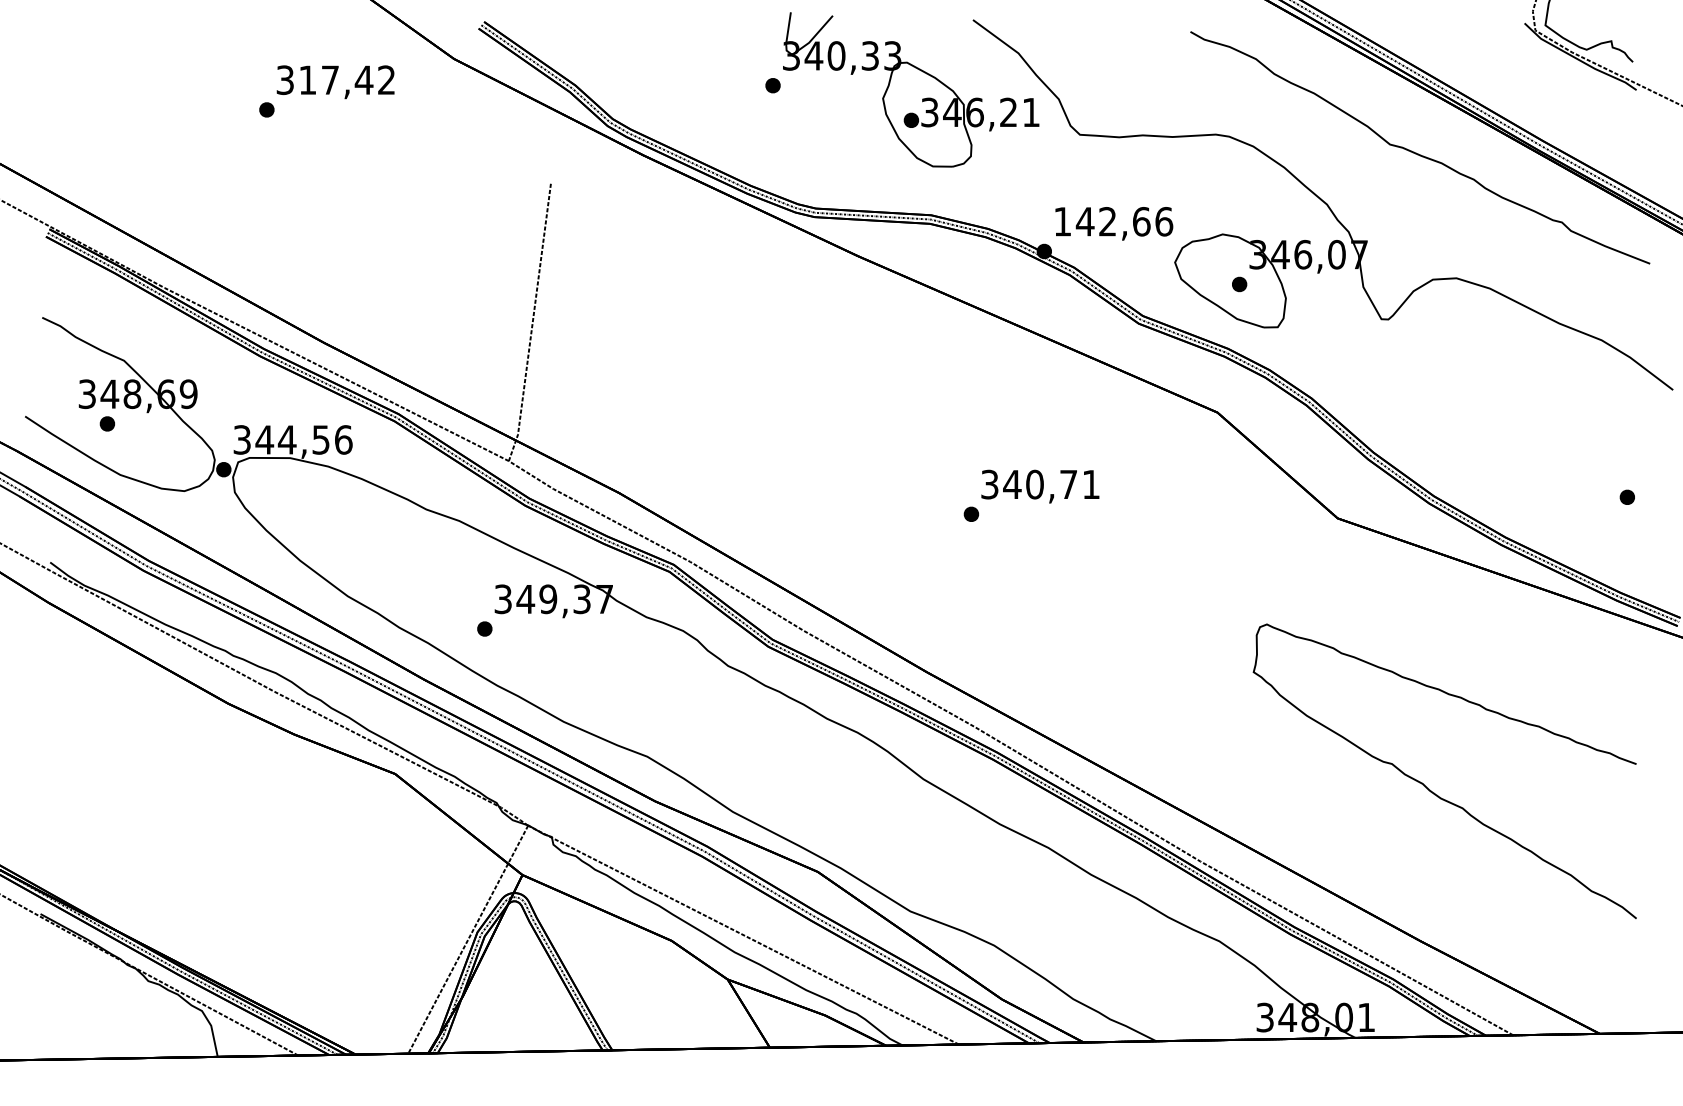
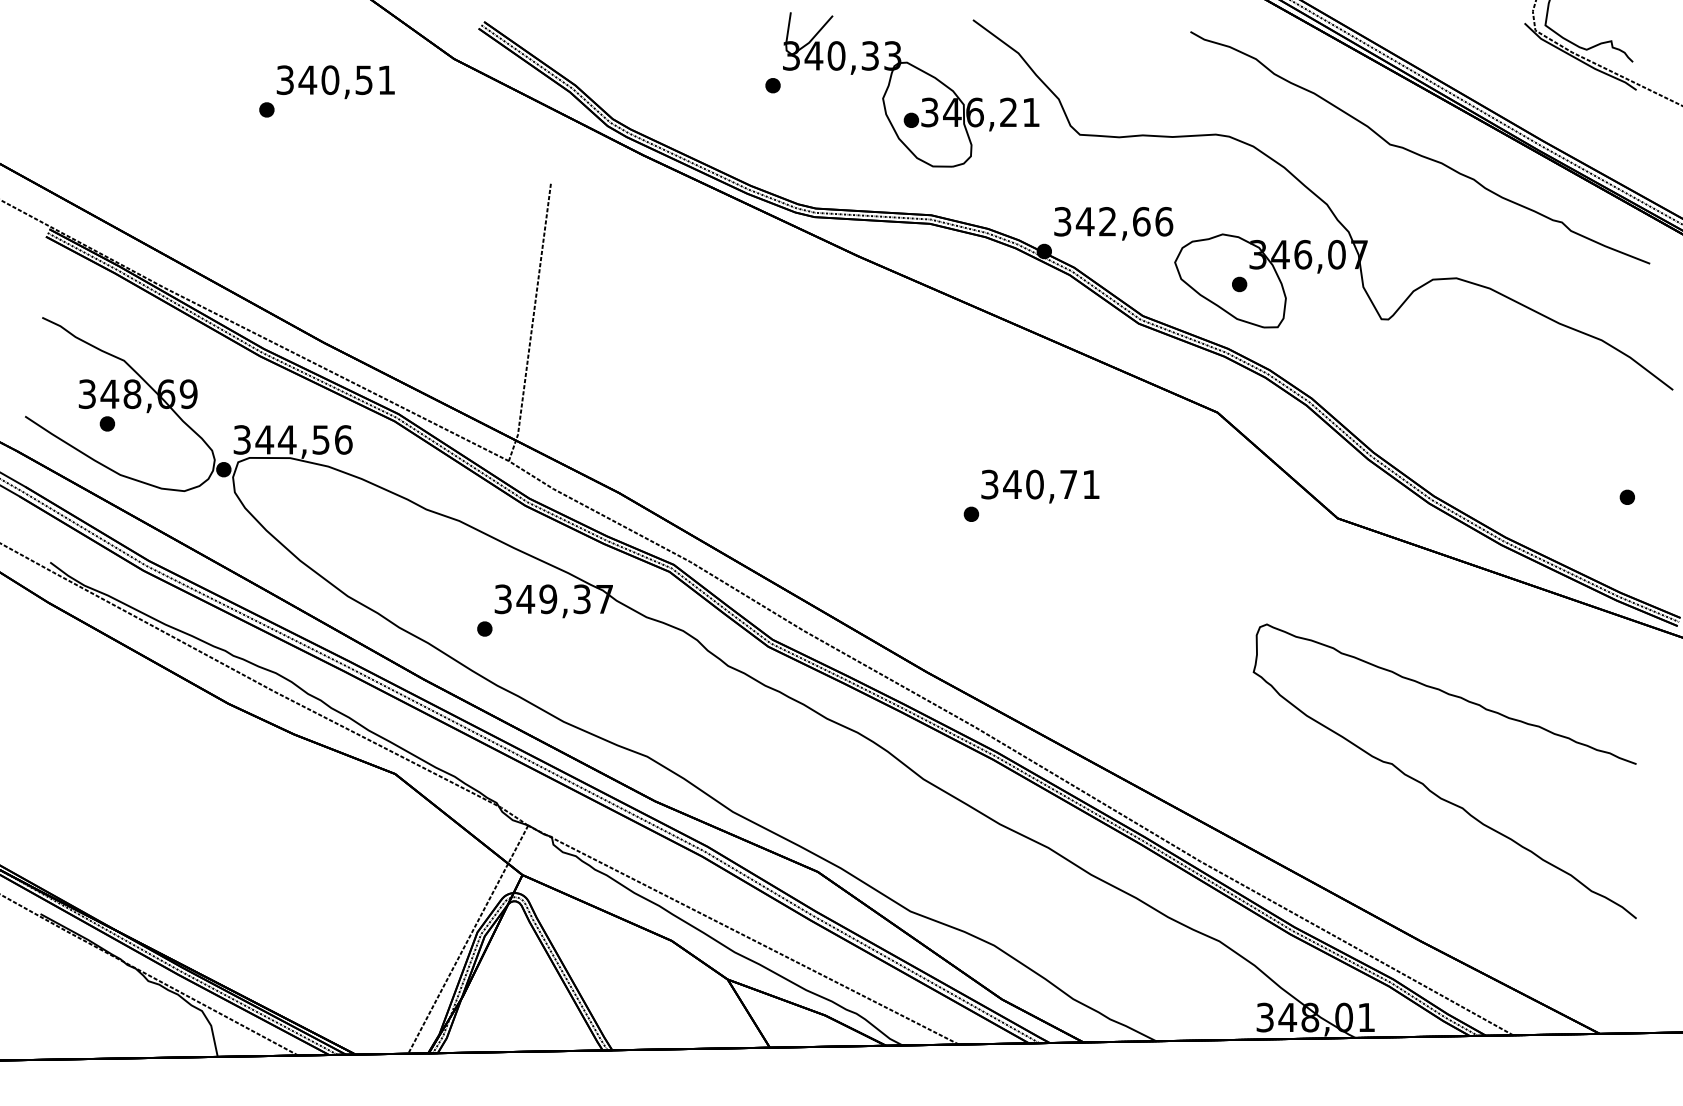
text at (346, 80): 317,42 -> 340,51
text at (1062, 221): 142,66 -> 342,66
